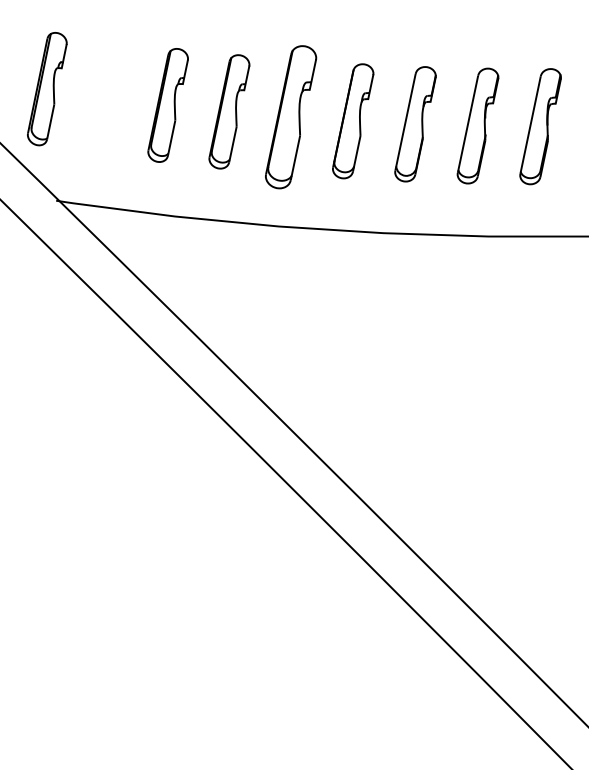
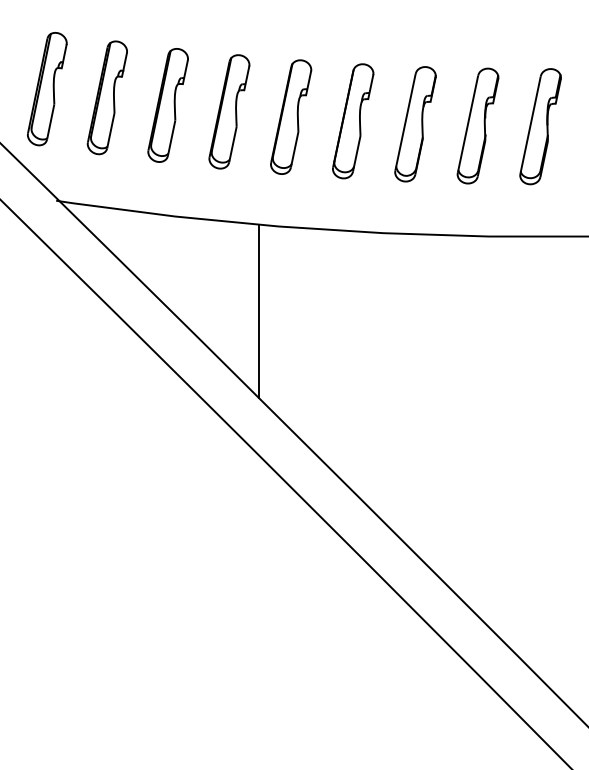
part at (106, 97): none -> present
part at (291, 117) size: 53x145 px -> 43x116 px
line at (258, 311): none -> present
